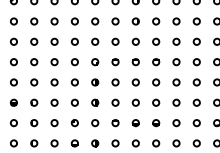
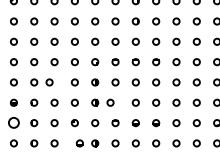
circle at (54, 82) position: (54, 82) -> (49, 82)
circle at (115, 102) position: (115, 102) -> (110, 102)
circle at (13, 123) size: 8x9 px -> 12x12 px
part at (74, 143) position: (74, 143) -> (79, 143)
